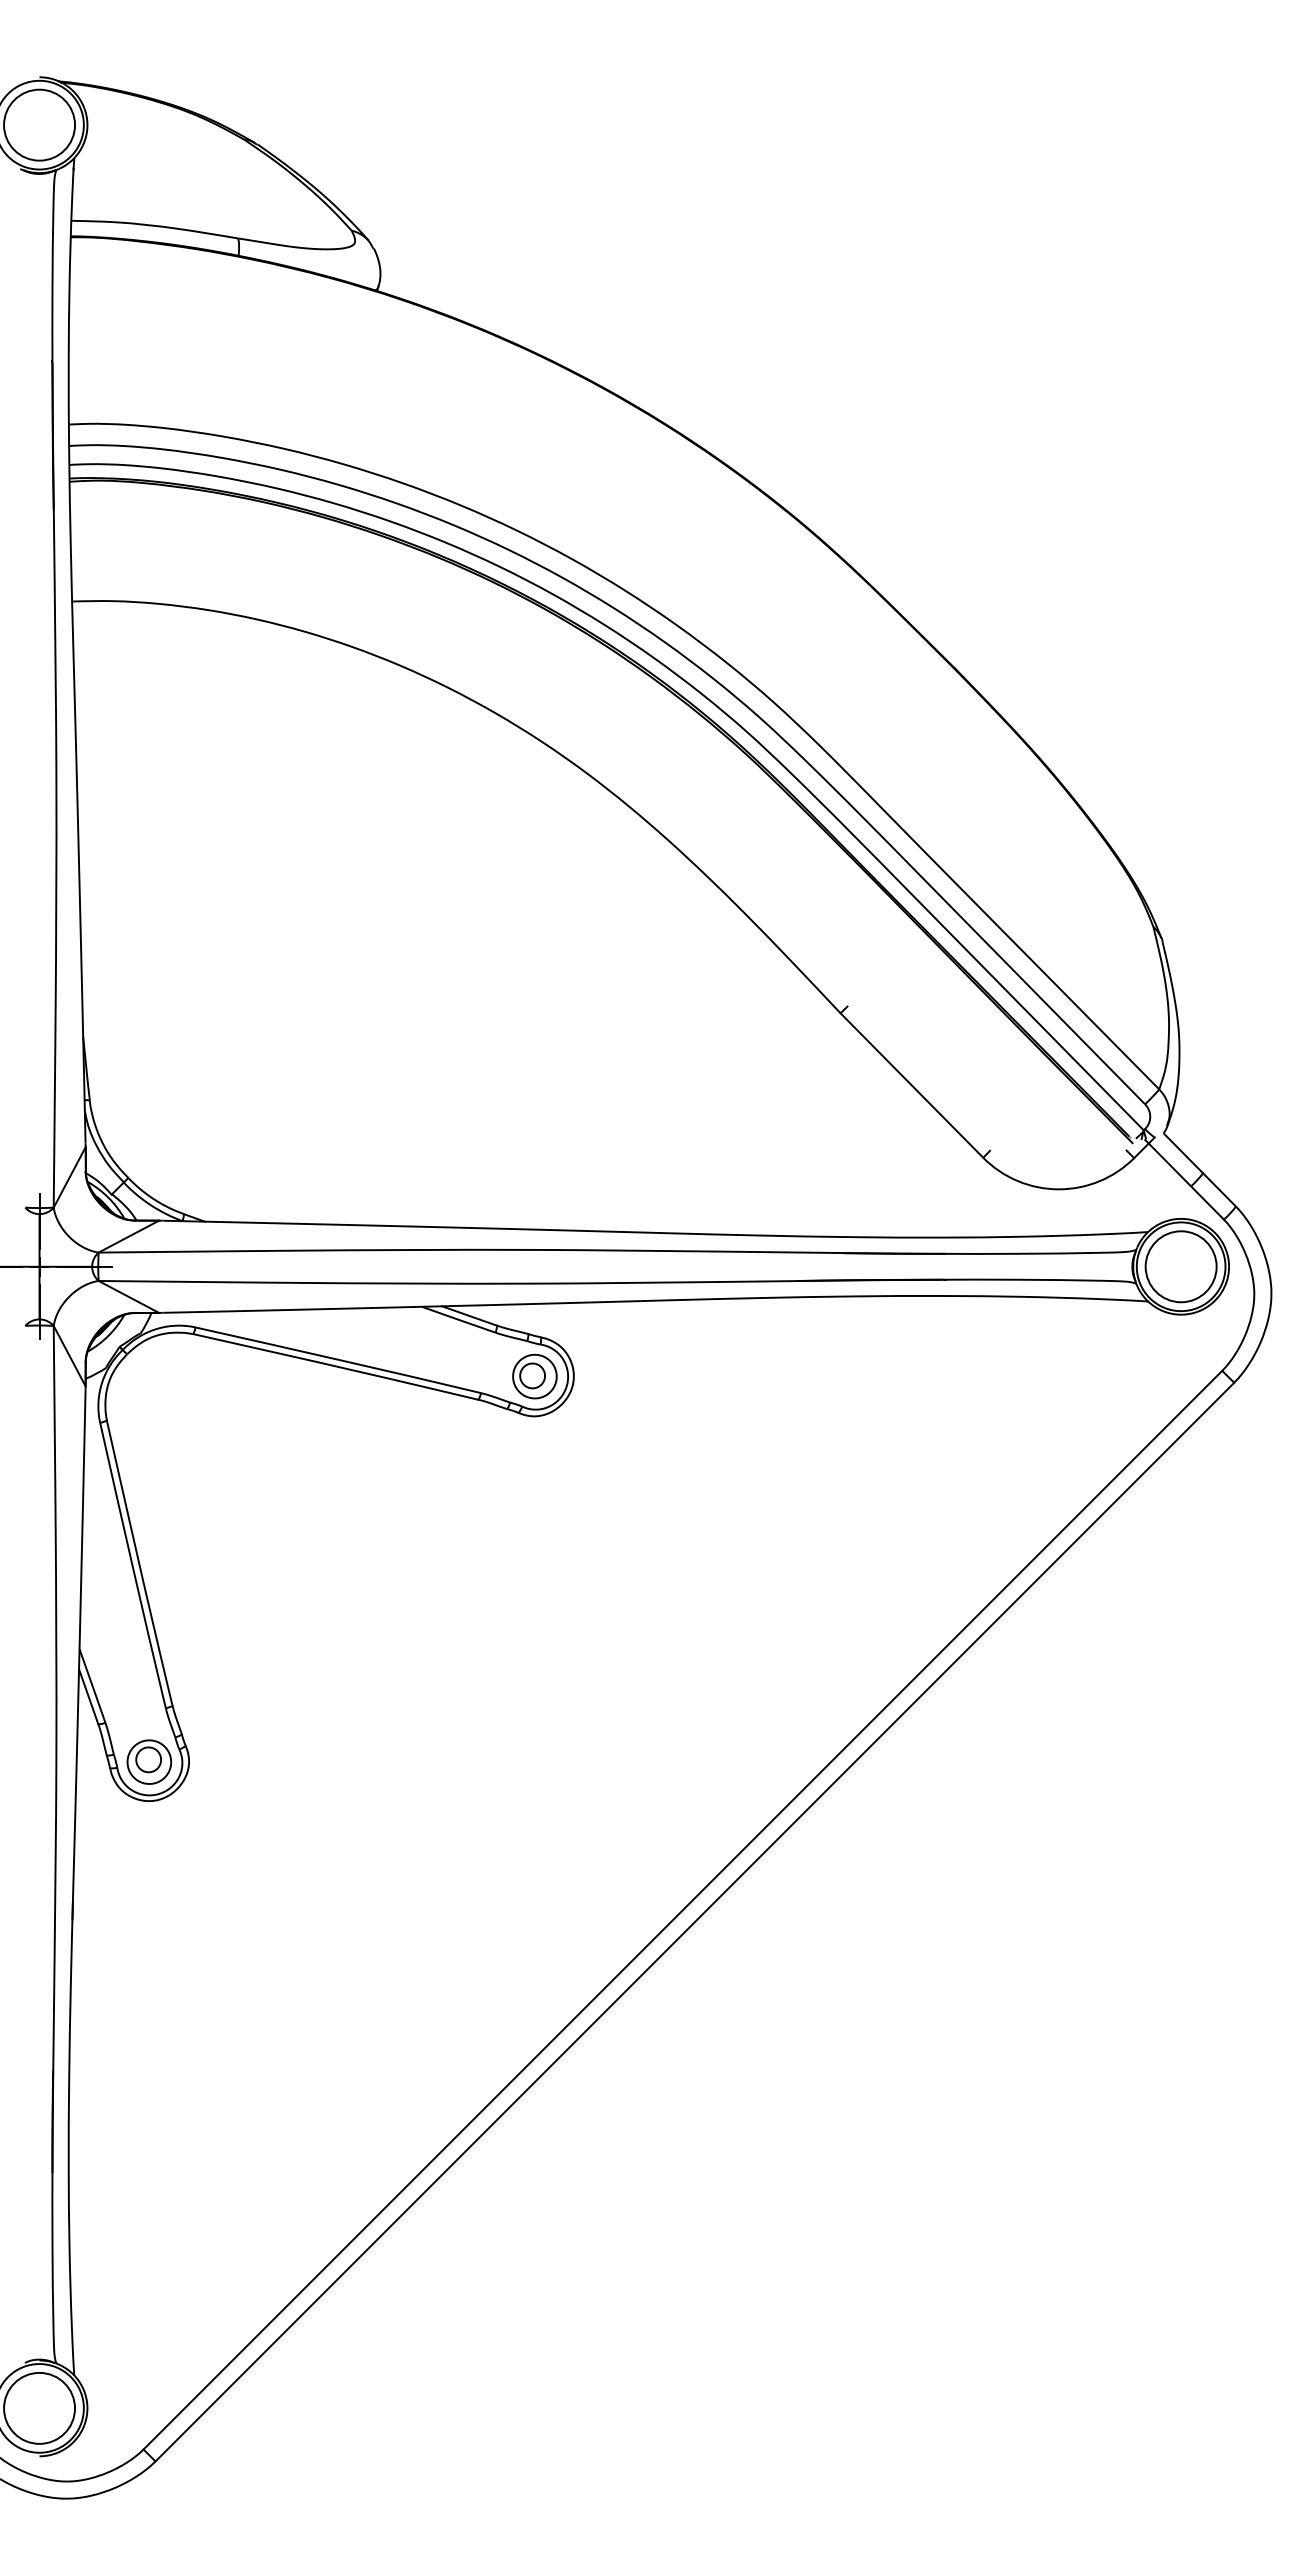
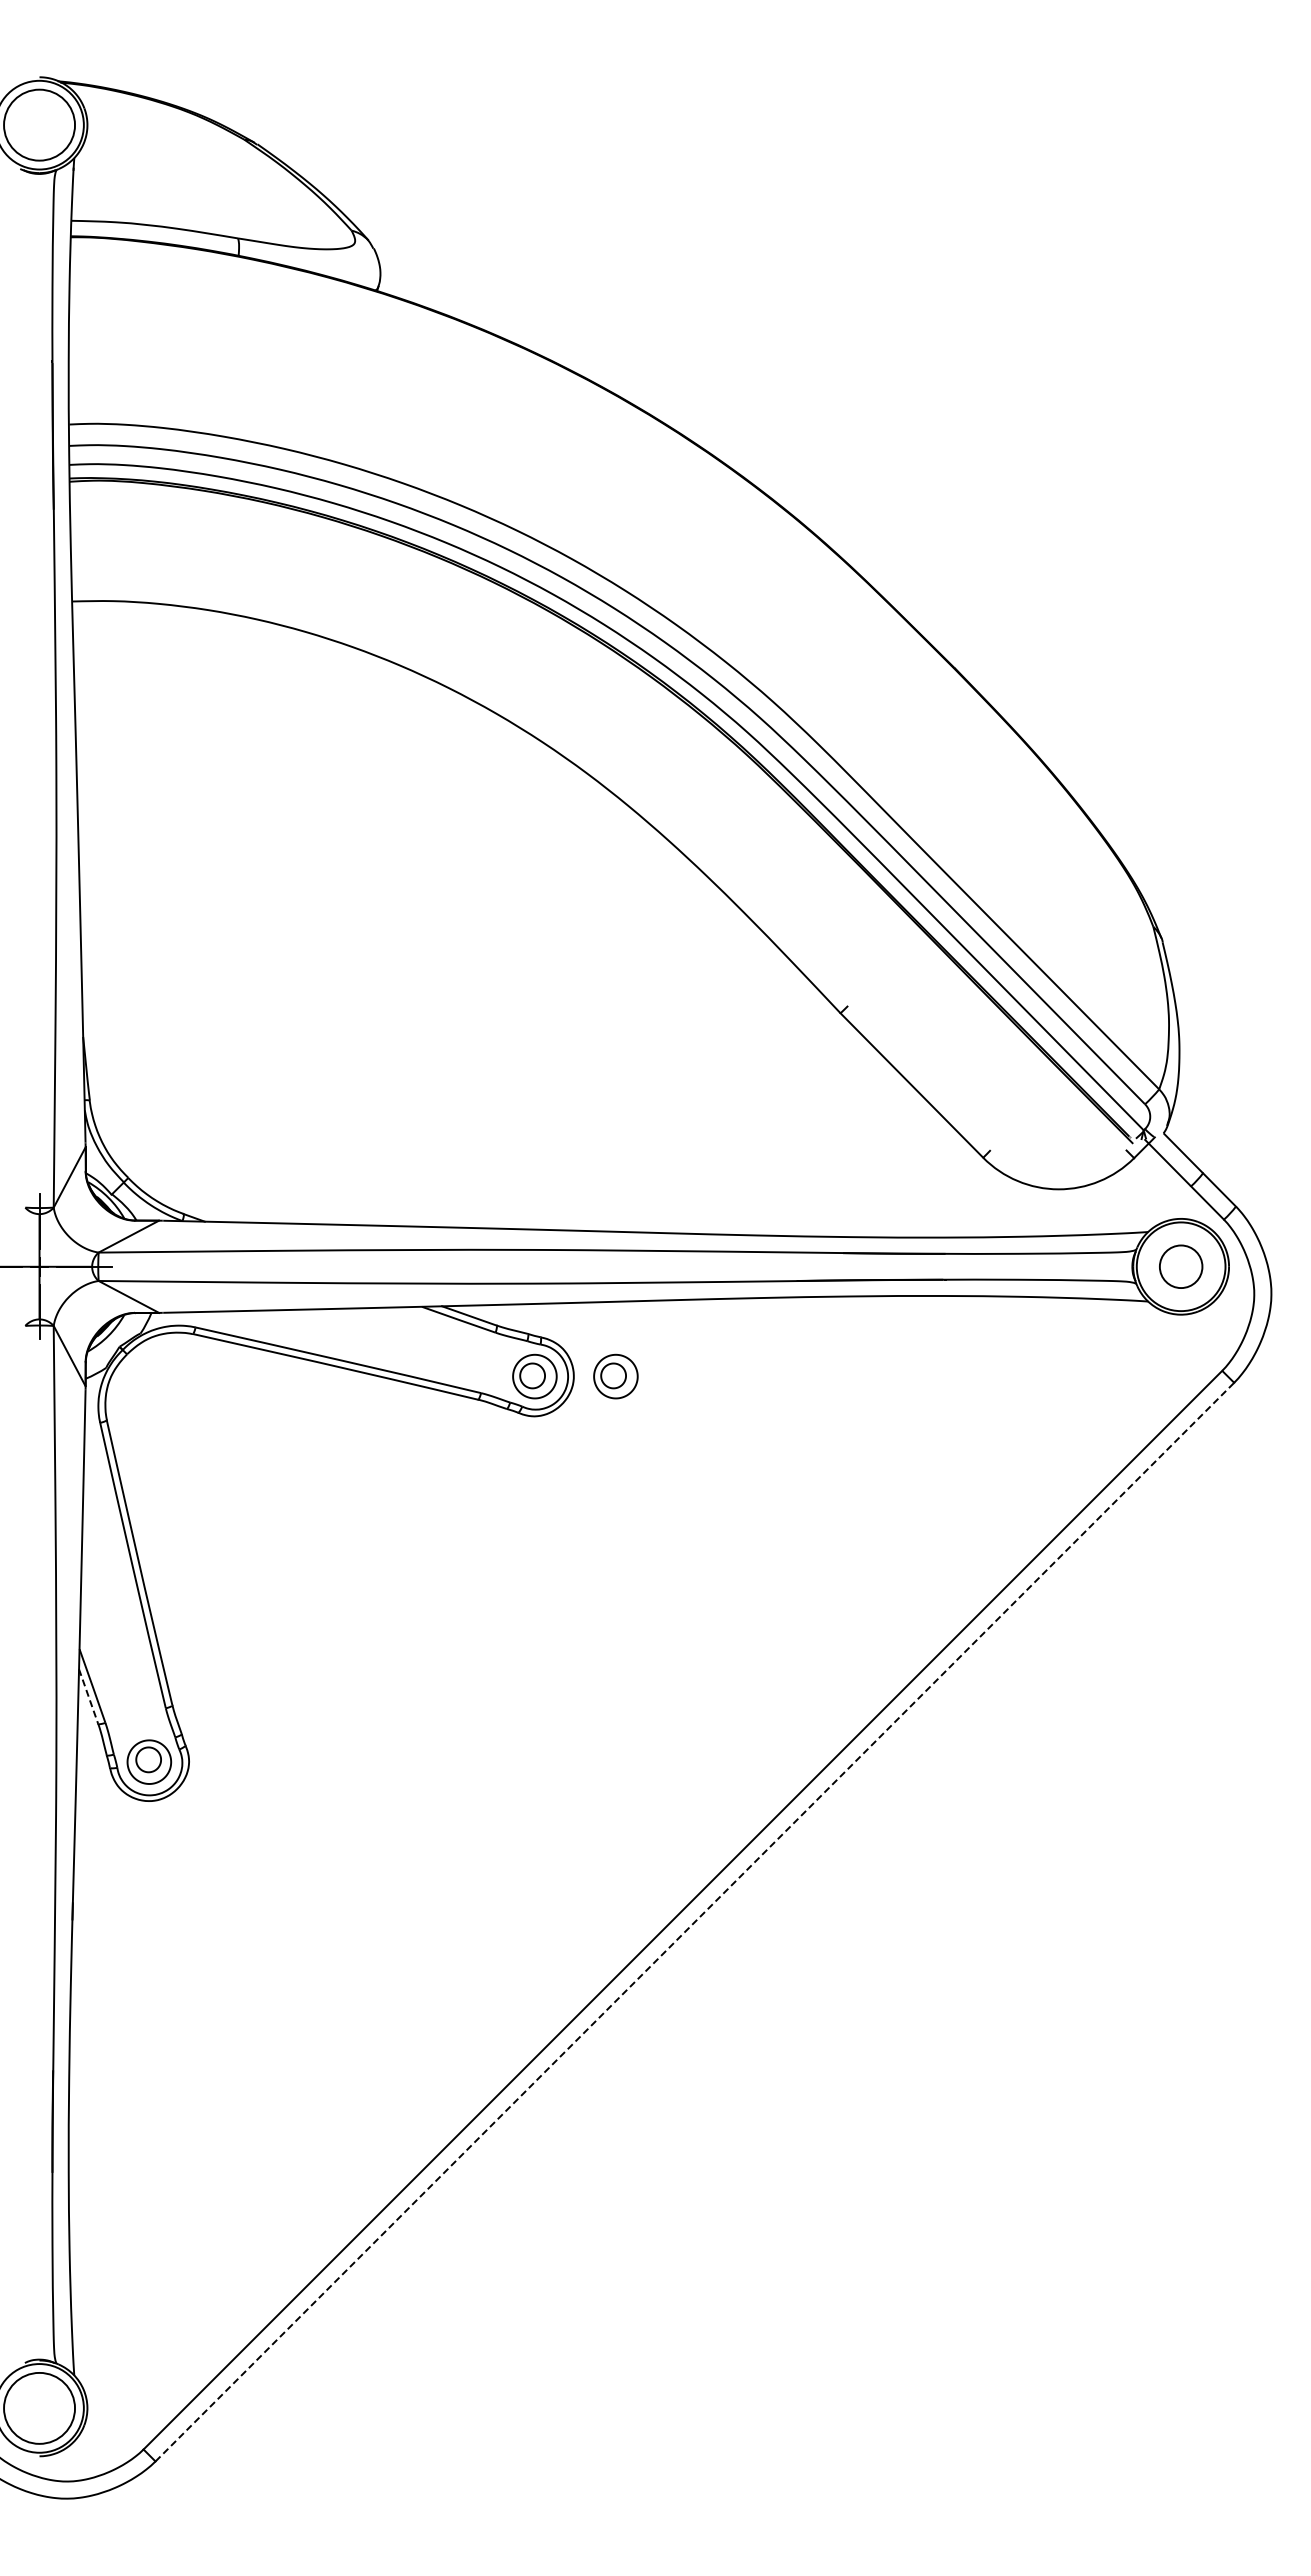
circle at (1180, 1266) diameter: 71 px -> 43 px
part at (615, 1376): none -> present
line at (88, 1696): solid -> dashed
line at (694, 1922): solid -> dashed
